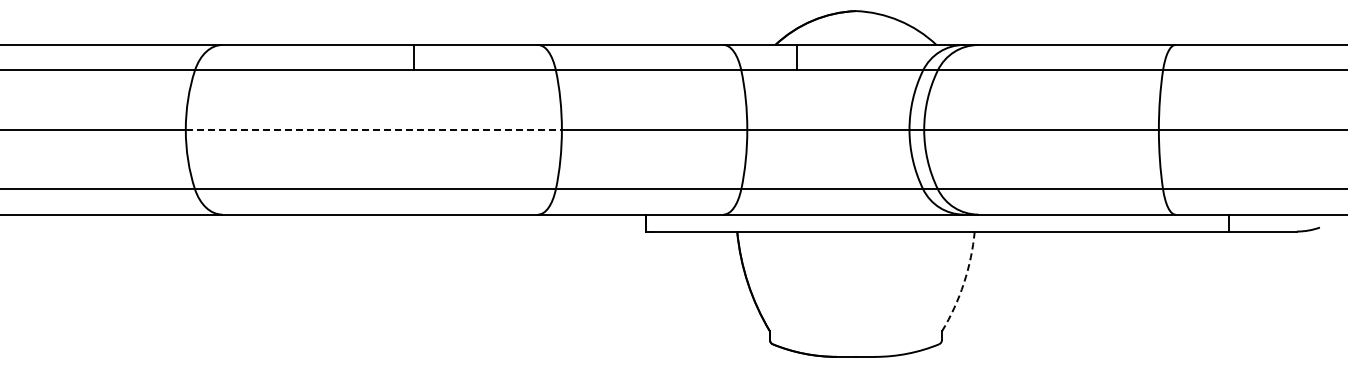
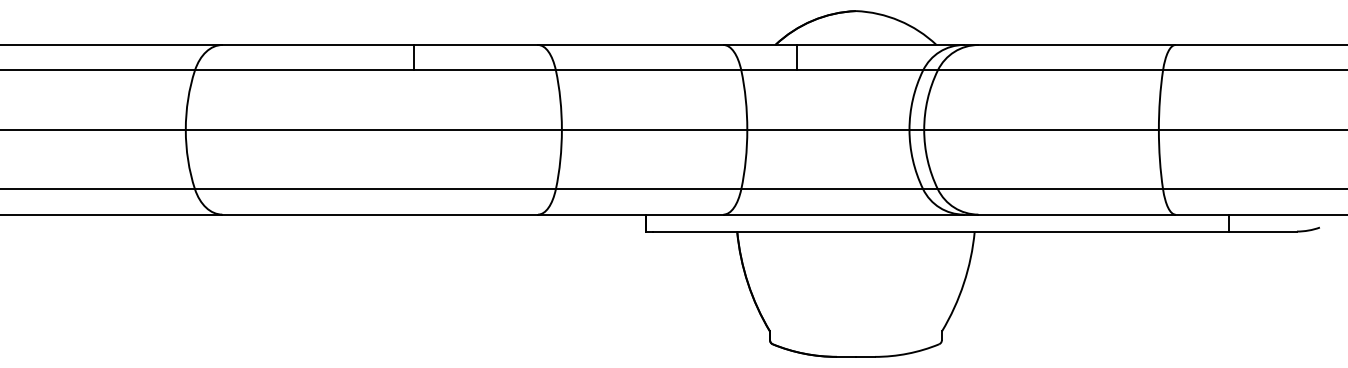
line at (374, 129): dashed -> solid
arc at (963, 283): dashed -> solid
